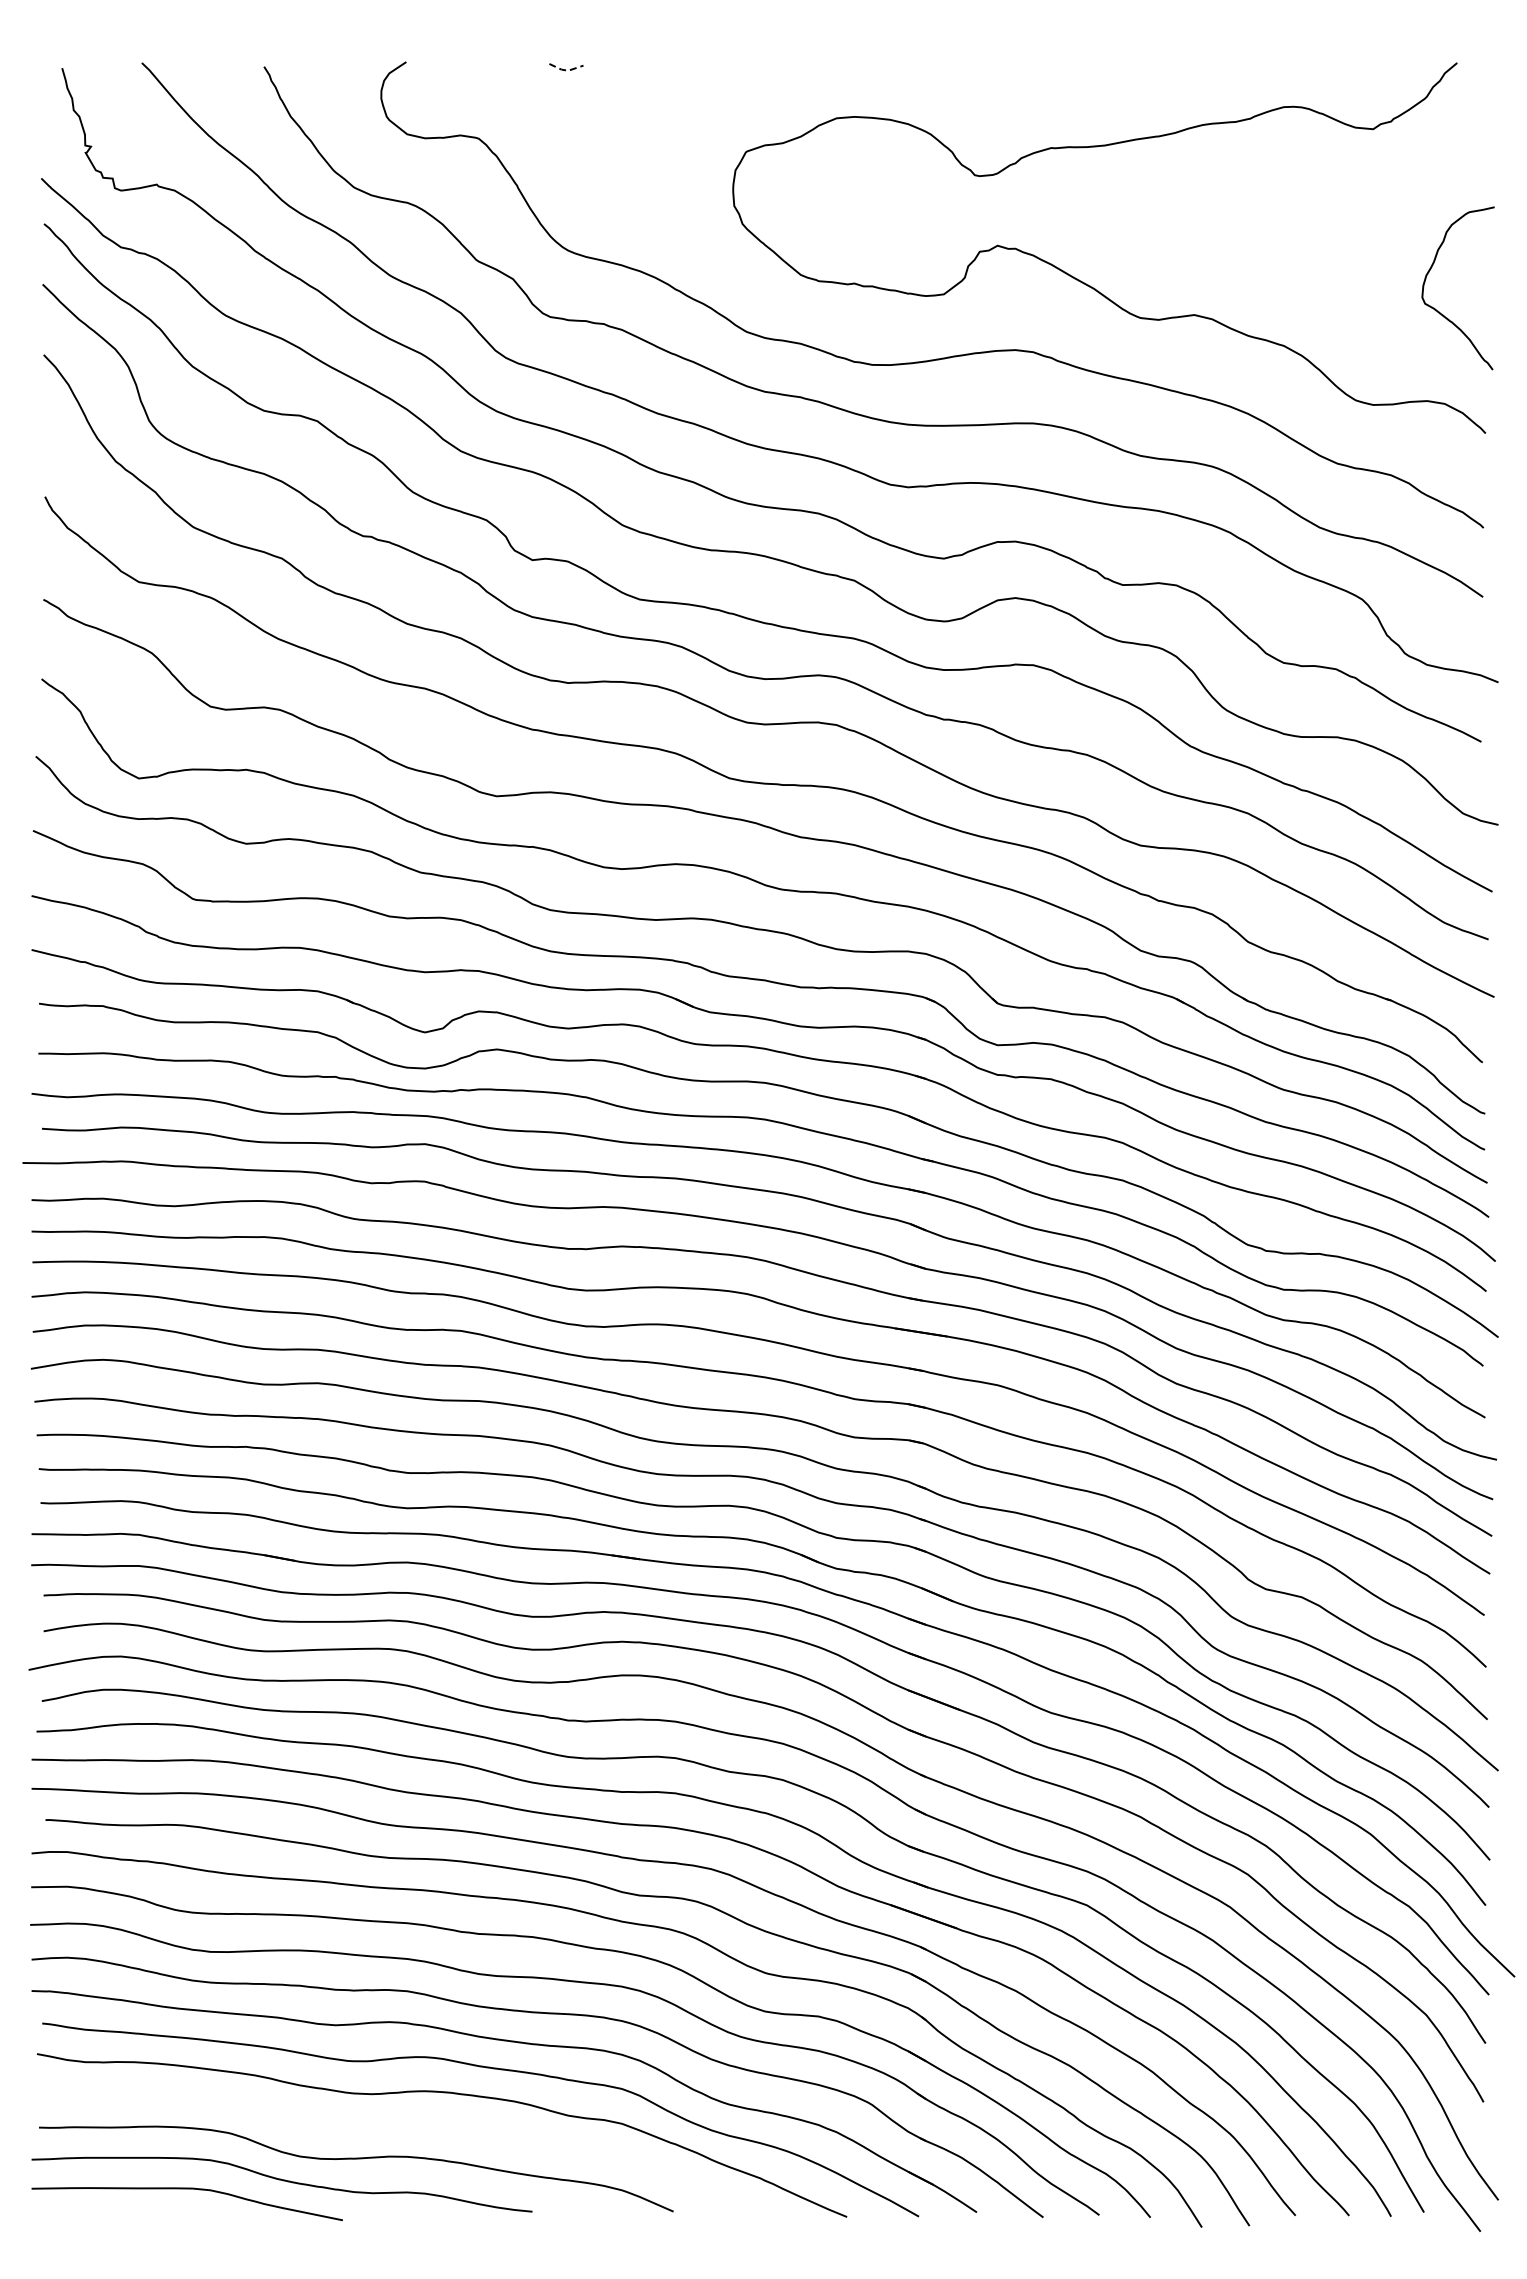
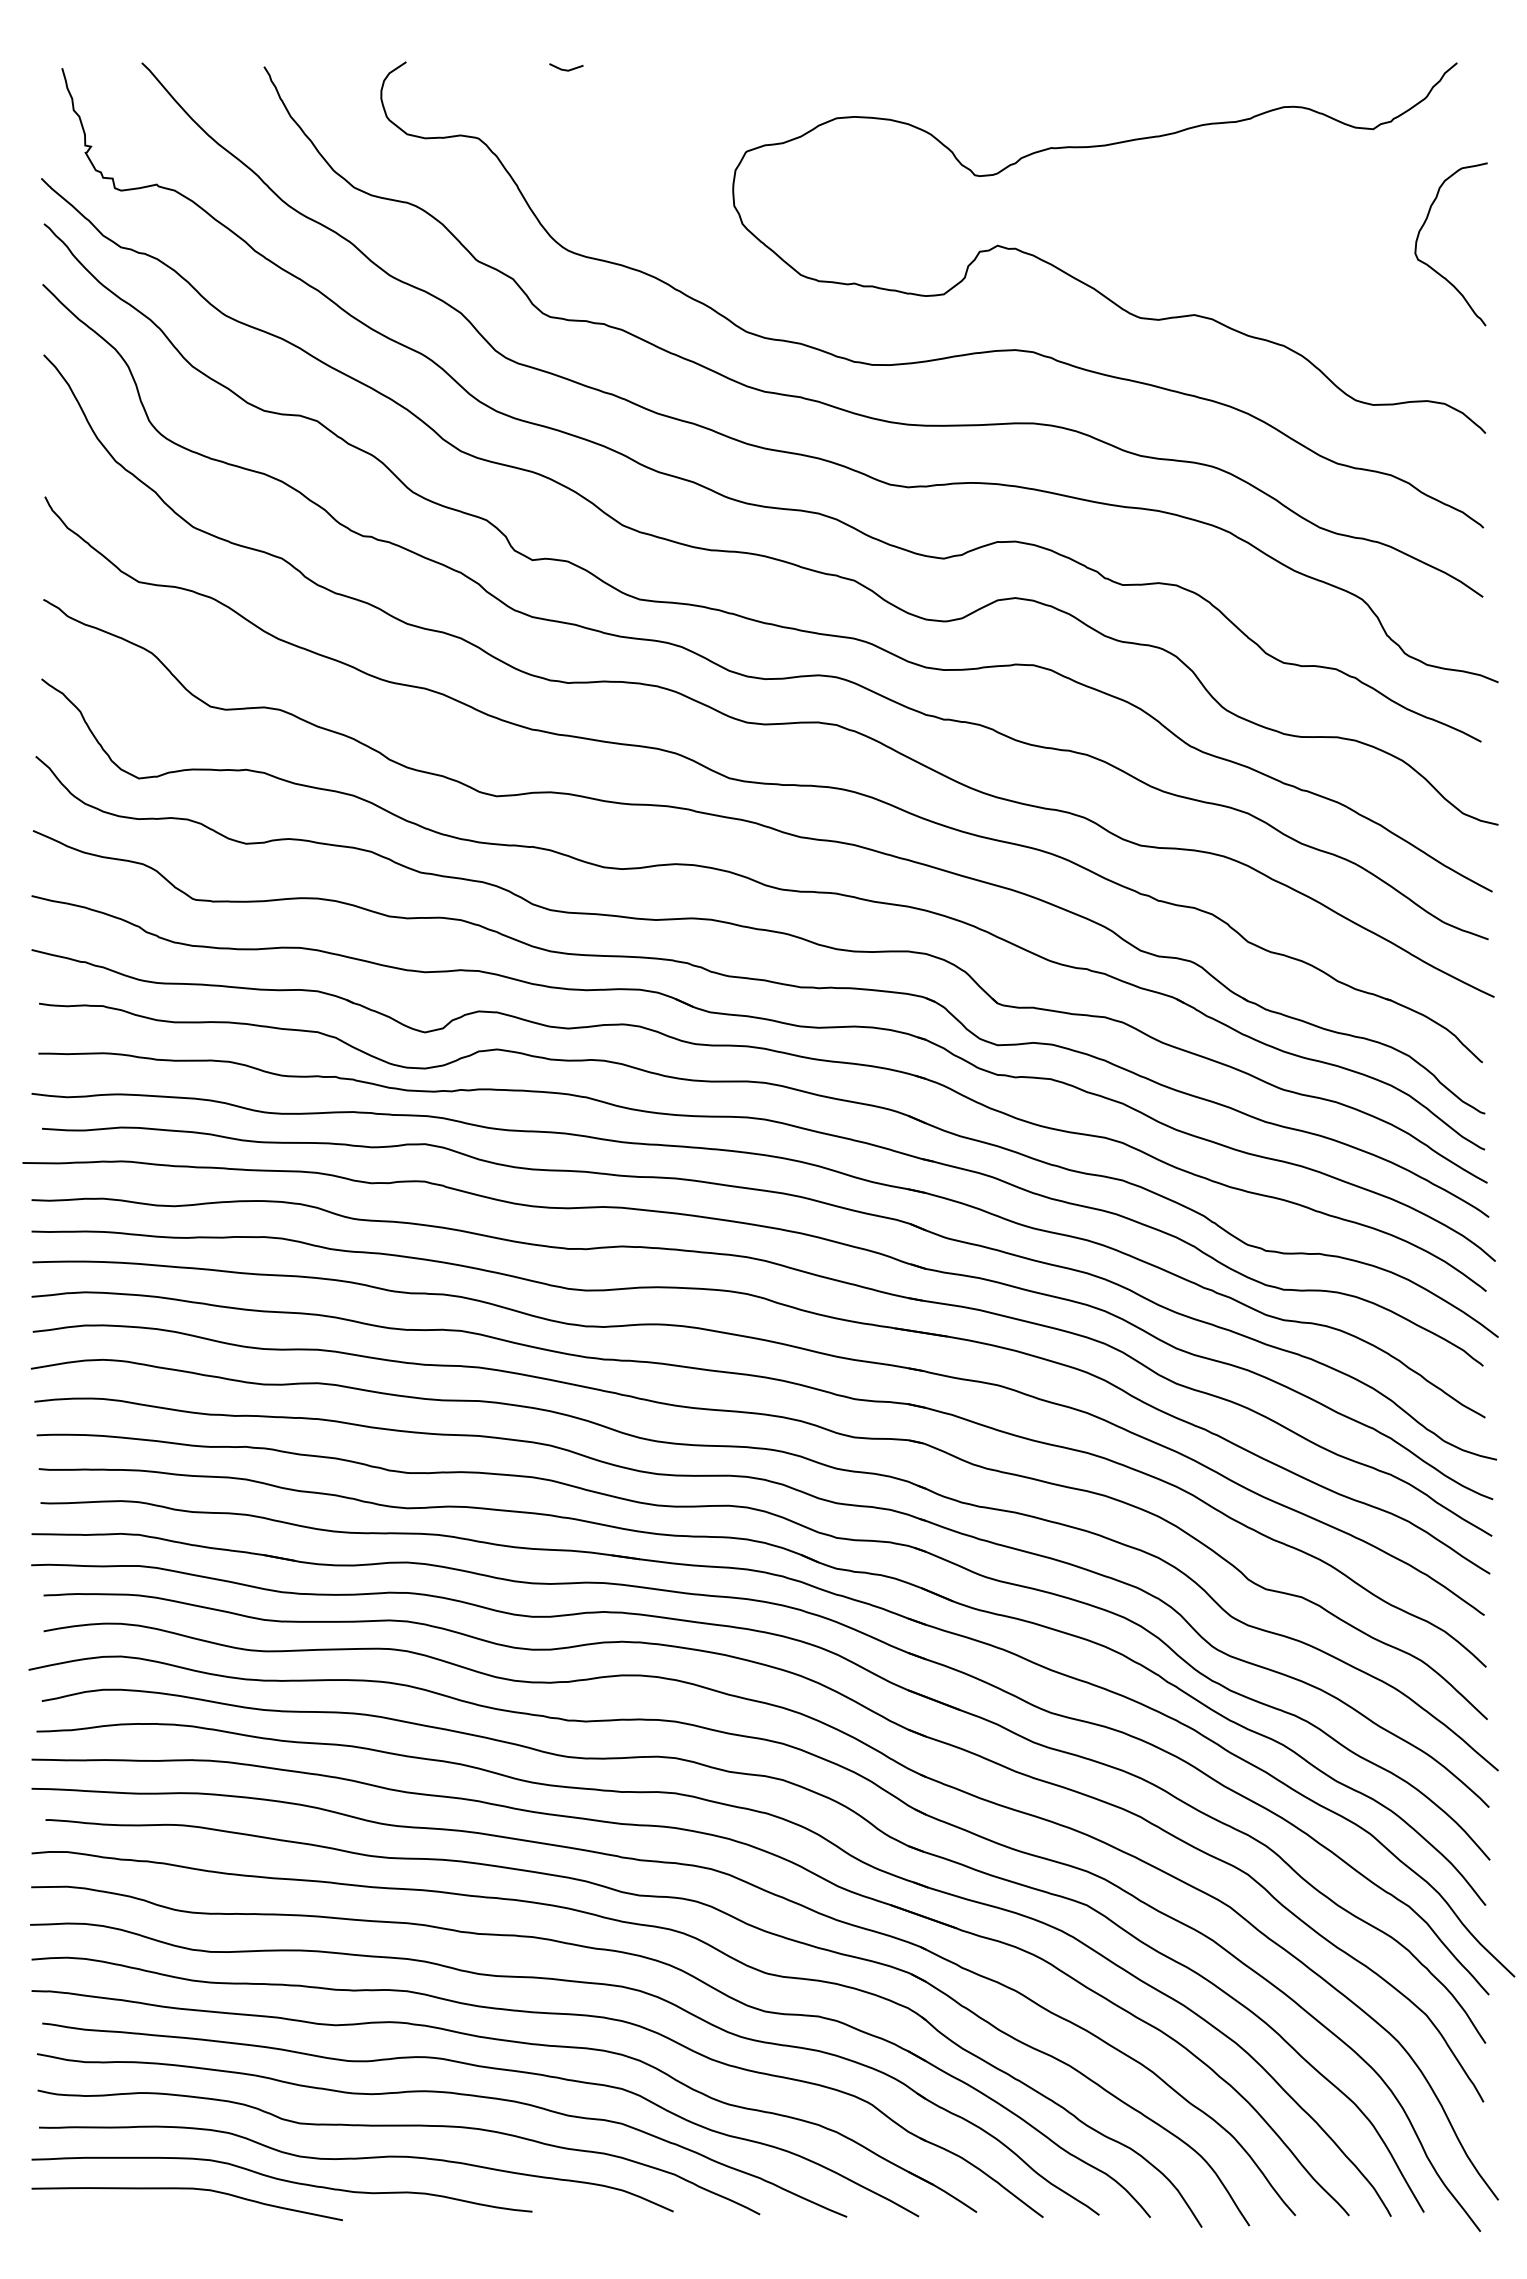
line at (566, 70): dashed -> solid
curve at (1438, 310) position: (1438, 310) -> (1431, 266)
curve at (398, 2126): none -> present
